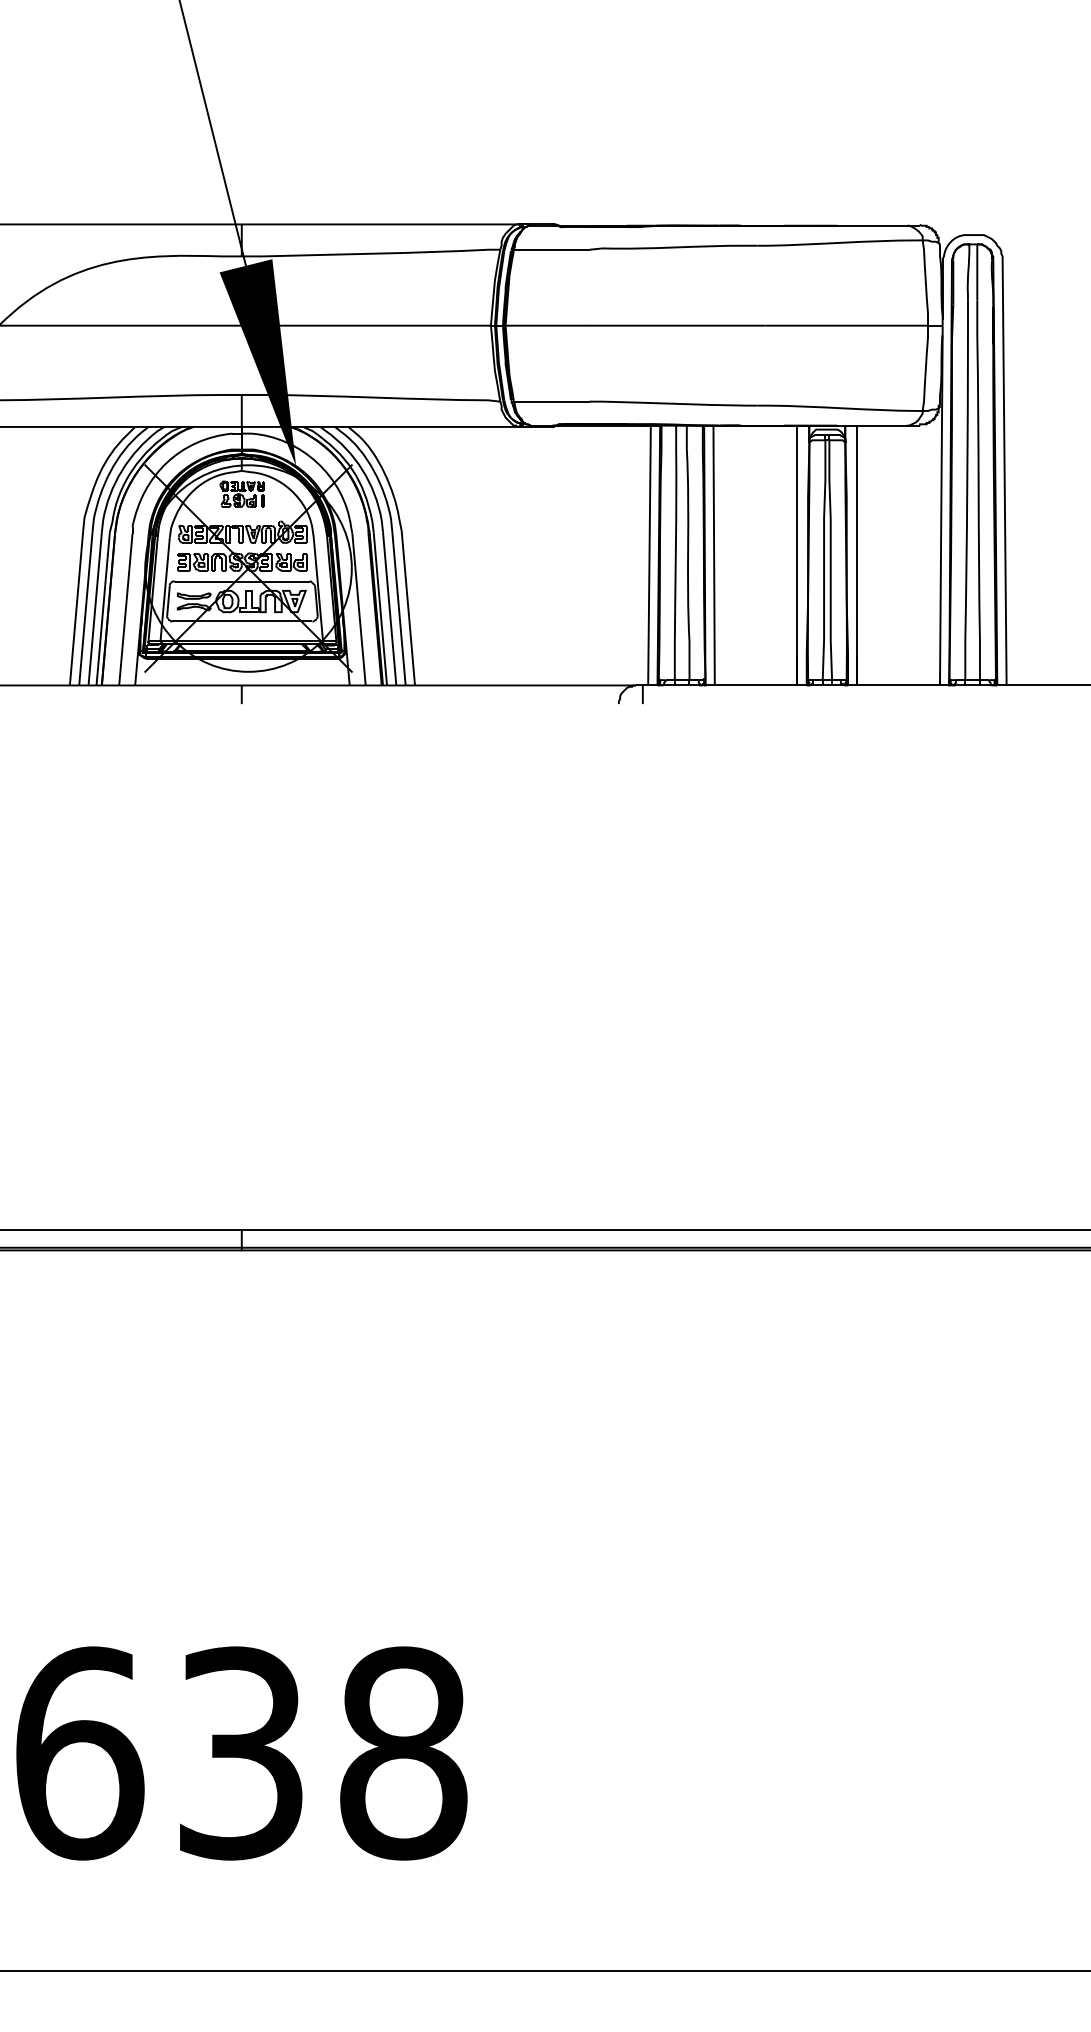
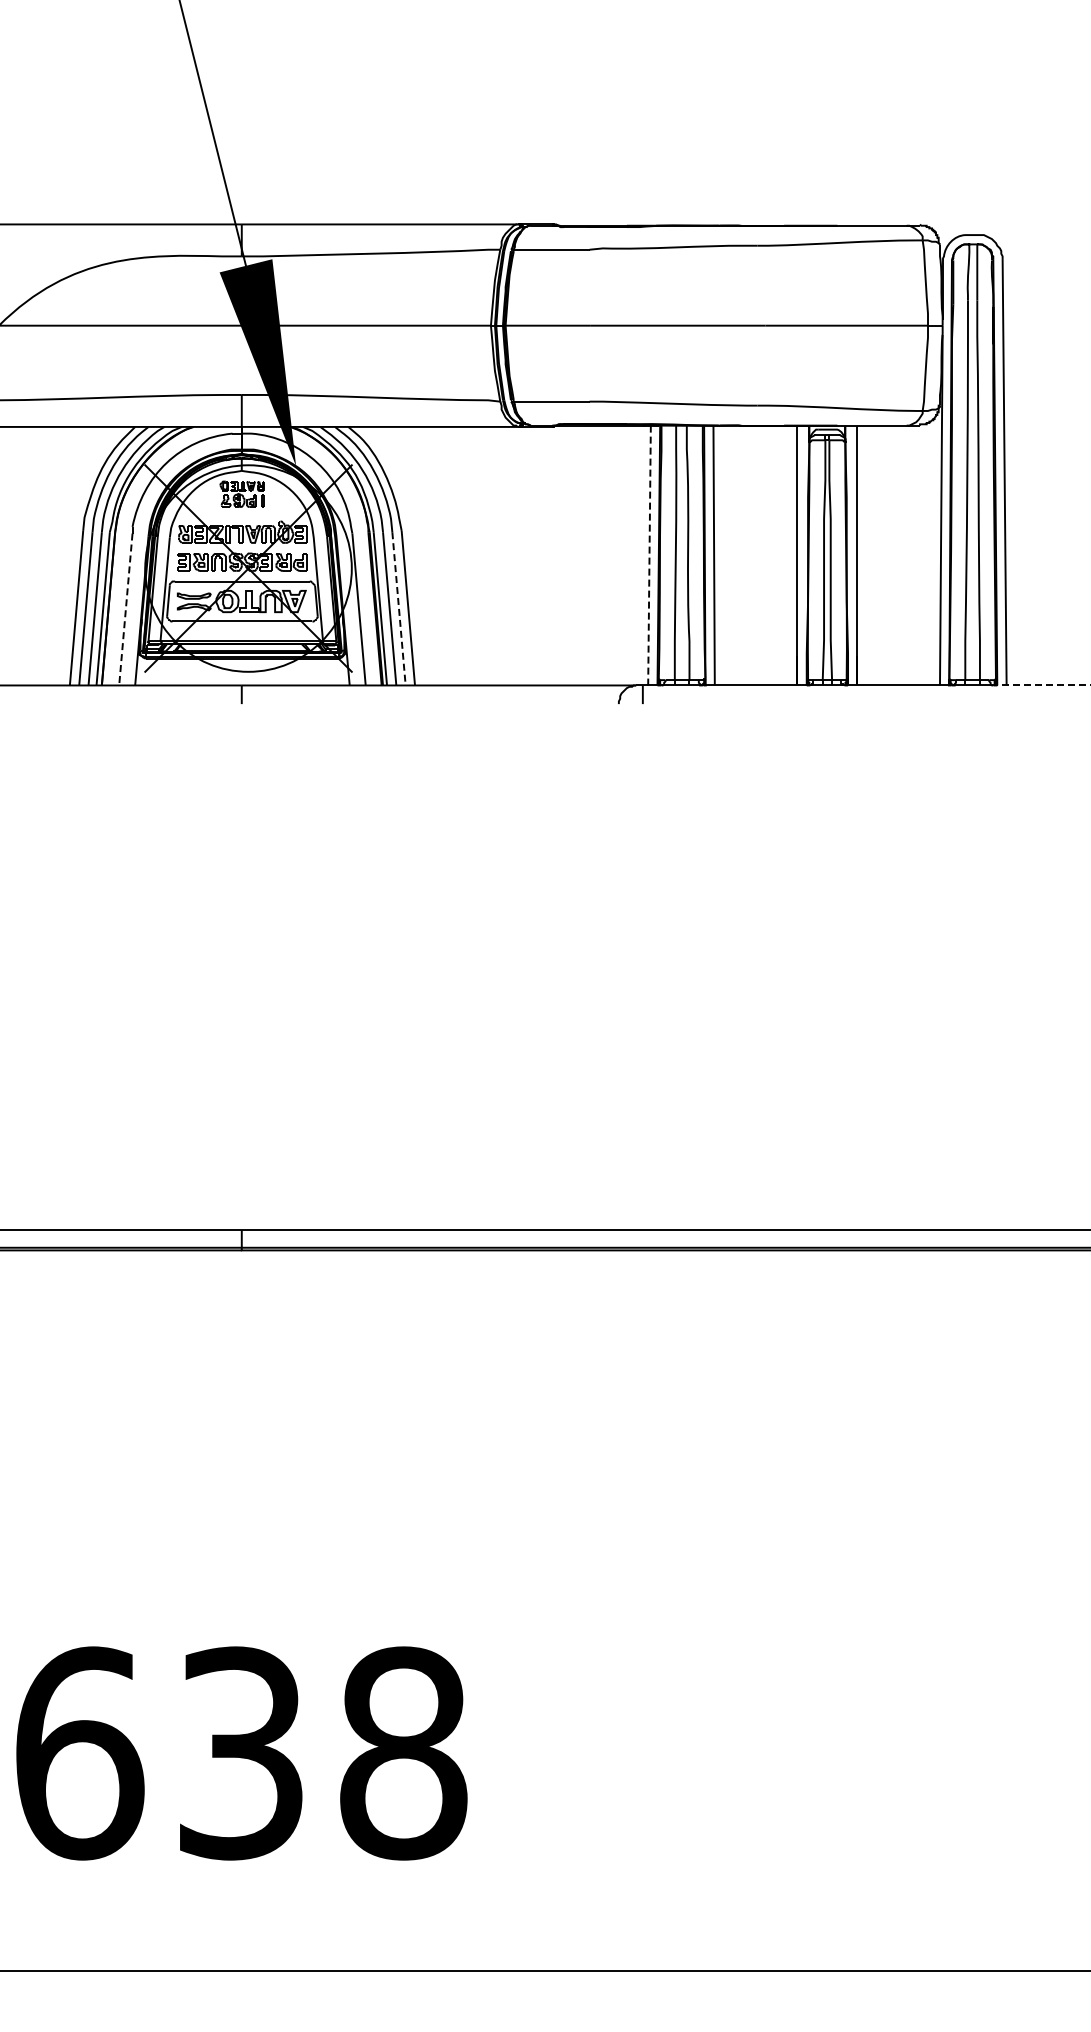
line at (649, 555): solid -> dashed
line at (399, 608): solid -> dashed
line at (125, 610): solid -> dashed
line at (1041, 685): solid -> dashed
